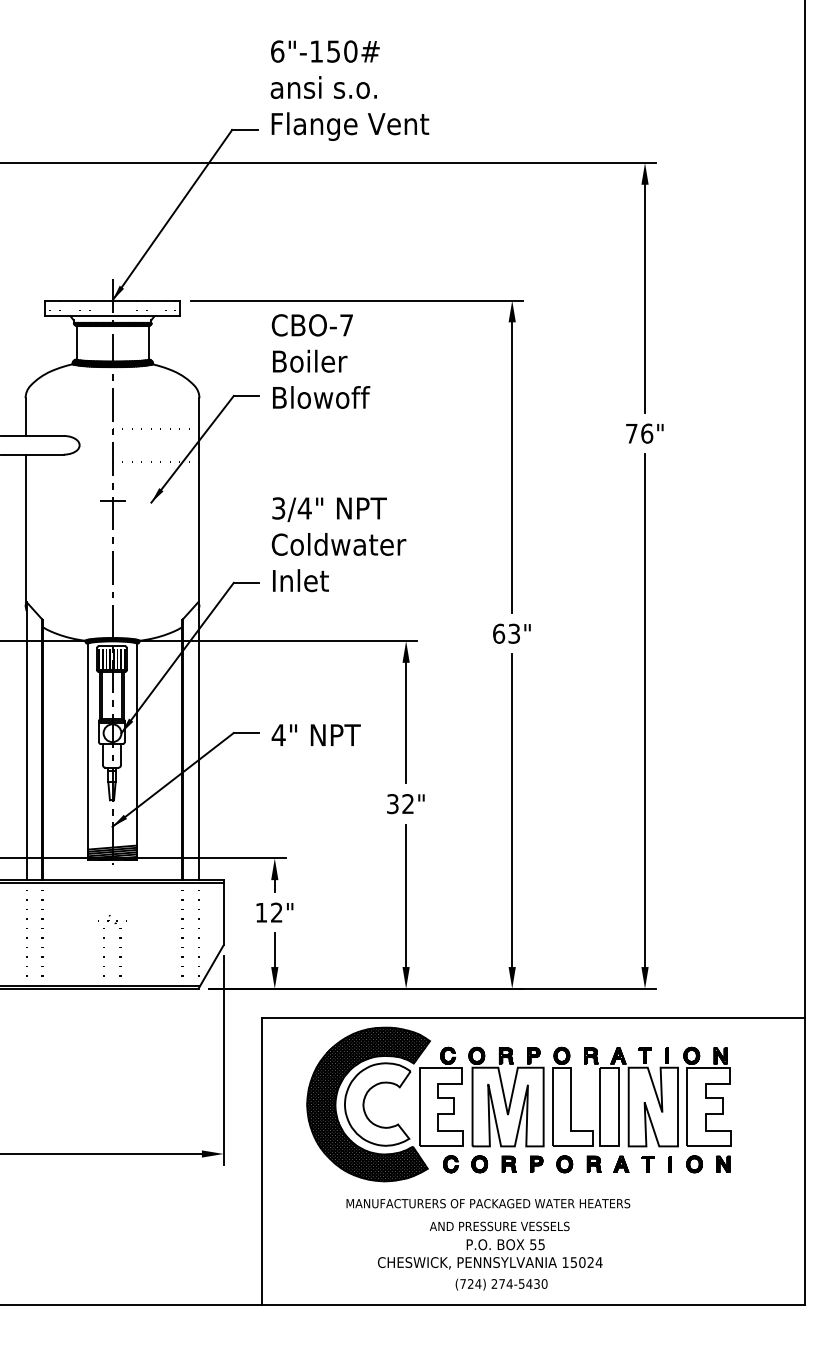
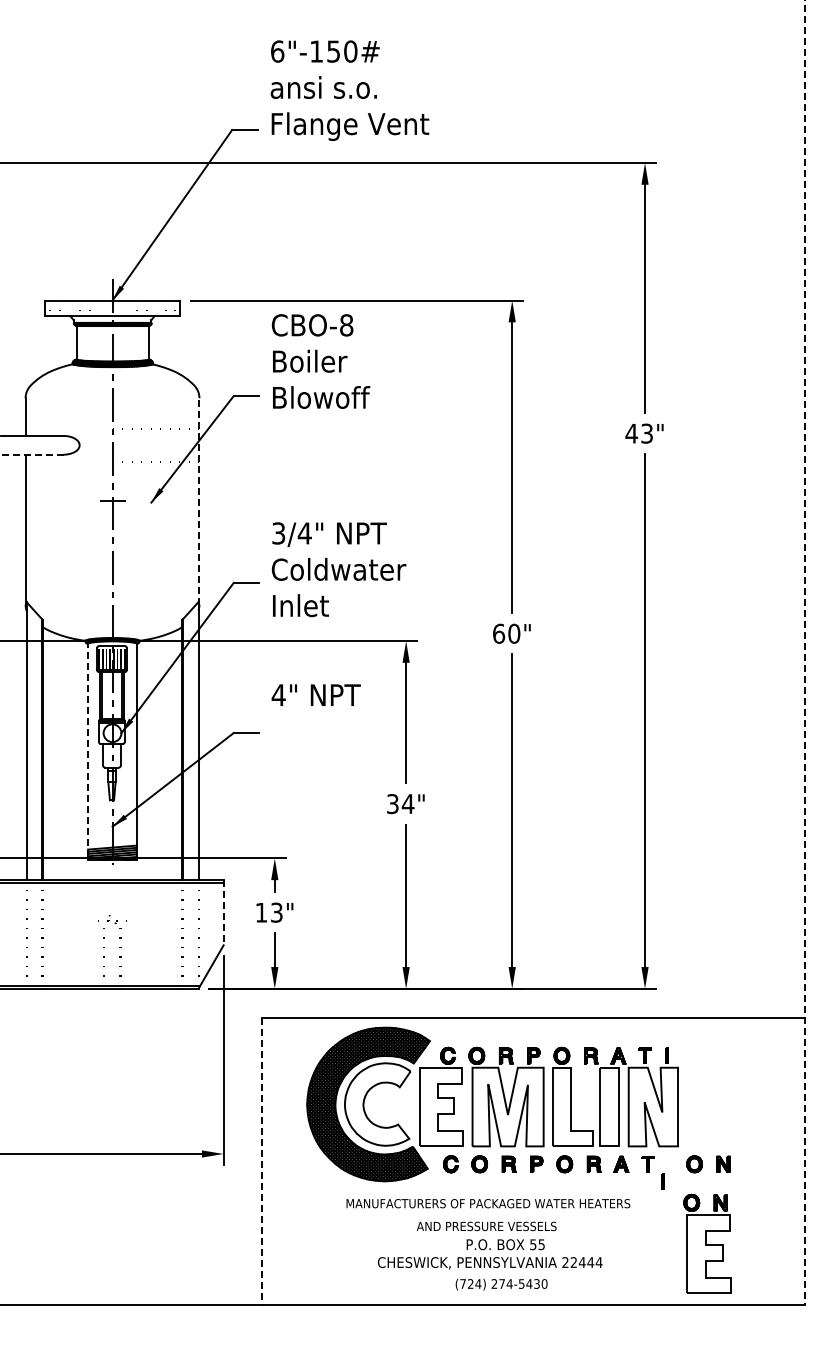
text at (346, 325): CBO-7 -> CBO-8
text at (639, 433): 76" -> 43"
line at (32, 454): solid -> dashed
line at (199, 500): solid -> dashed
text at (338, 544) position: (338, 544) -> (338, 569)
text at (514, 633): 63" -> 60"
line at (805, 652): solid -> dashed
text at (315, 734) position: (315, 734) -> (315, 694)
line at (88, 751): solid -> dashed
text at (407, 803): 32" -> 34"
line at (223, 912): solid -> dashed
text at (276, 912): 12" -> 13"
part at (707, 1096) position: (707, 1096) -> (707, 1243)
line at (261, 1161): solid -> dashed
line at (669, 1164) position: (669, 1164) -> (662, 1181)
text at (499, 1226) position: (499, 1226) -> (486, 1226)
text at (578, 1262): 15024 -> 22444
